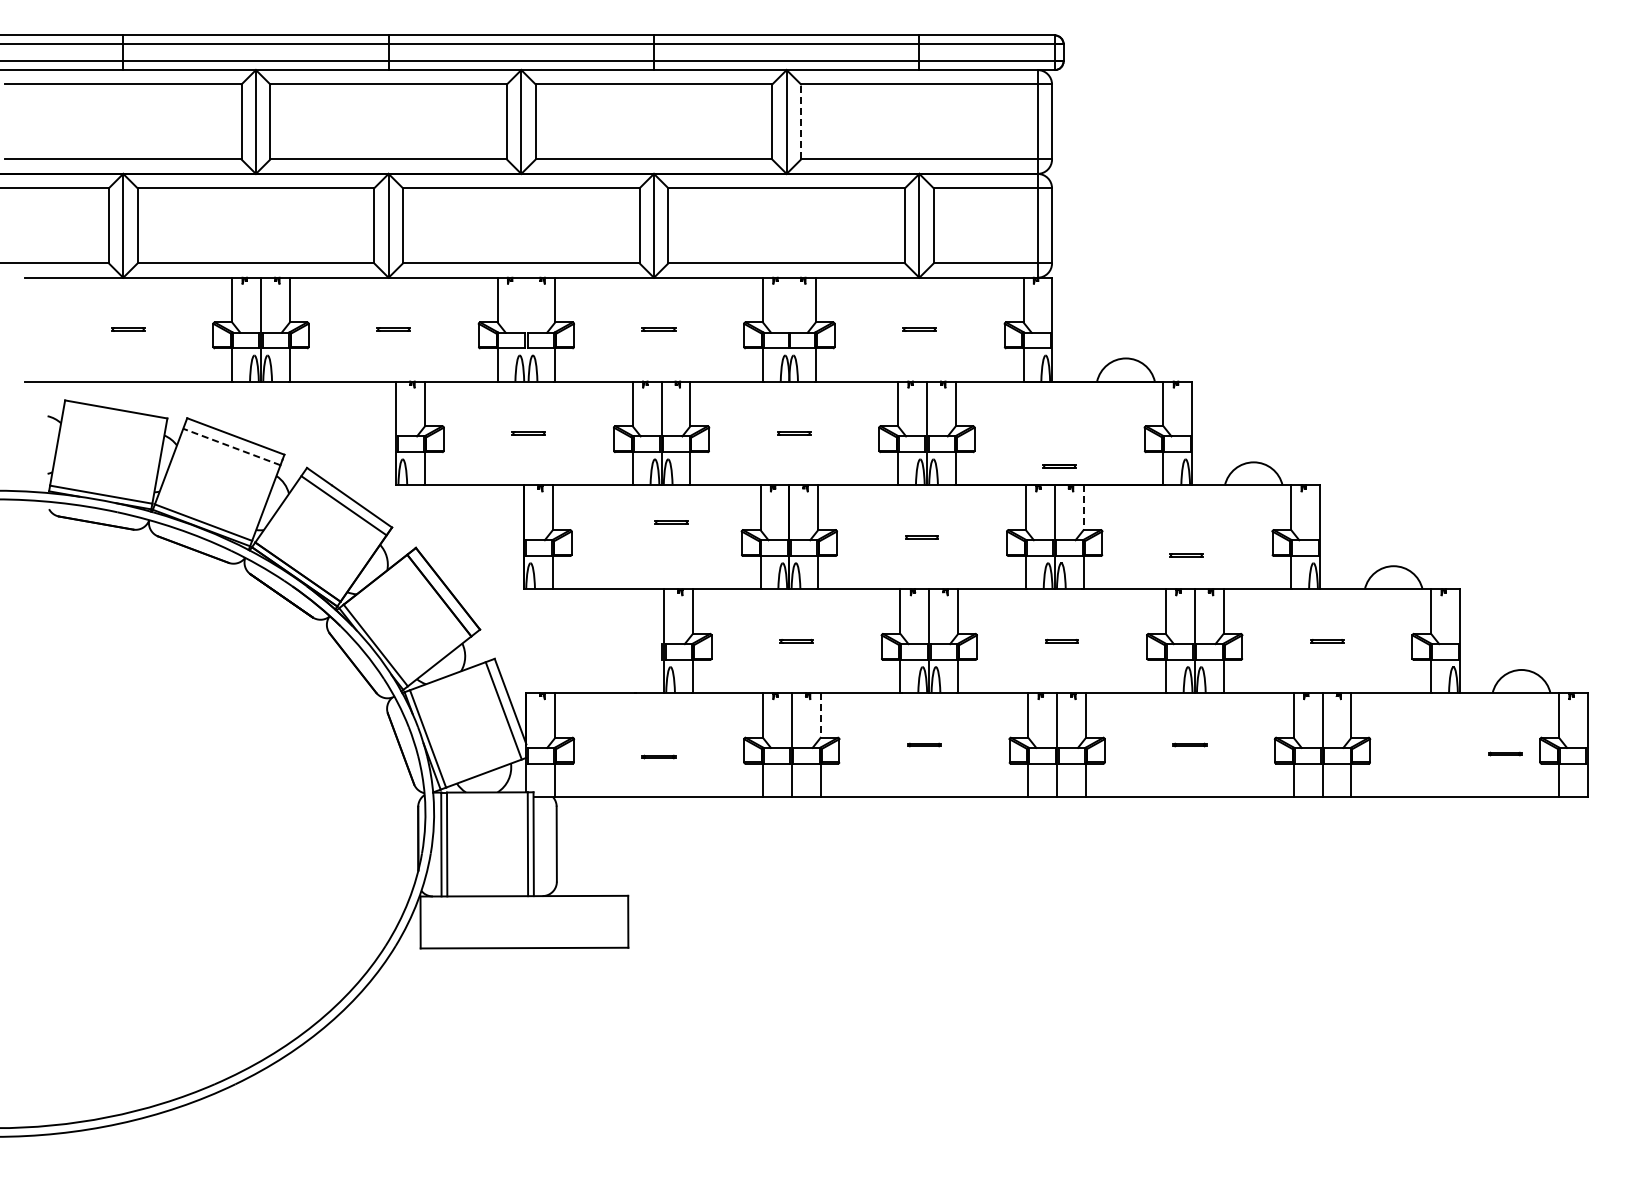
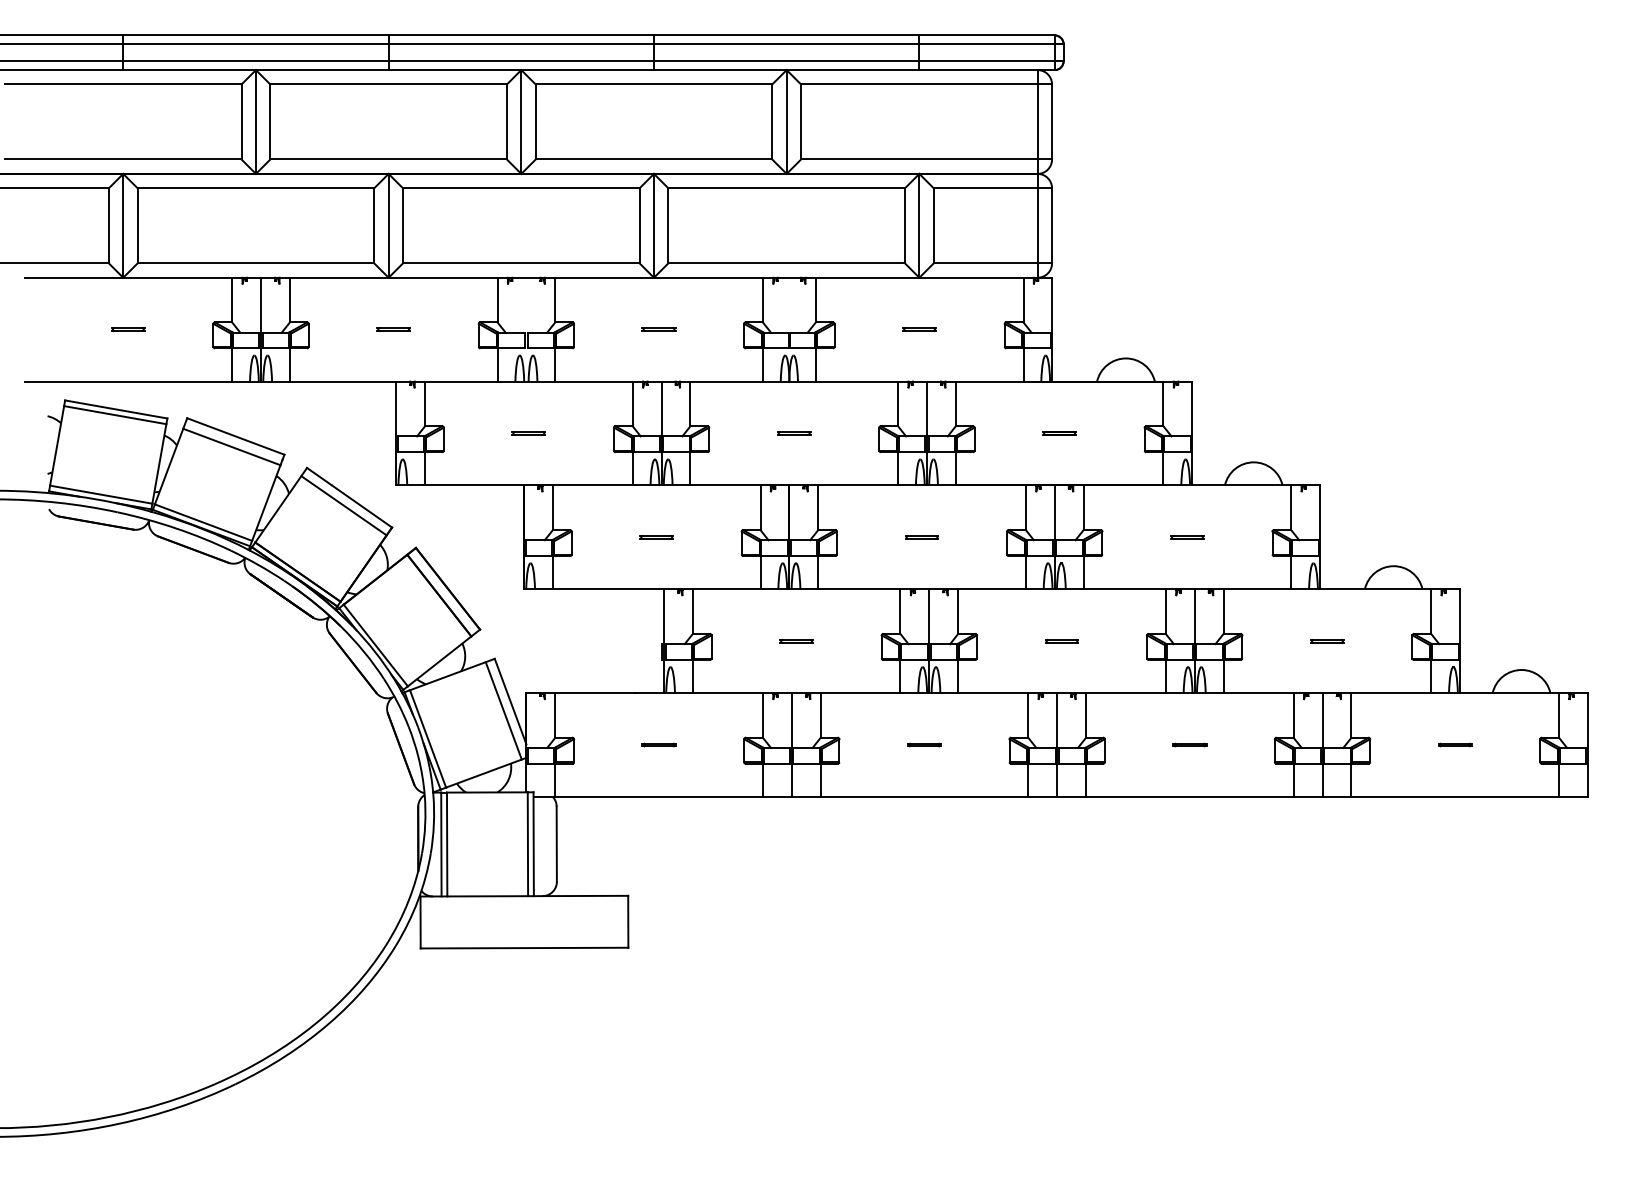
line at (801, 121): dashed -> solid
line at (115, 415): none -> present
line at (231, 447): dashed -> solid
line at (1059, 465) position: (1059, 465) -> (1059, 432)
line at (1083, 508): dashed -> solid
line at (671, 521) position: (671, 521) -> (656, 536)
line at (1186, 554) position: (1186, 554) -> (1187, 536)
line at (820, 715): dashed -> solid
part at (1505, 753) position: (1505, 753) -> (1455, 744)
part at (658, 756) position: (658, 756) -> (658, 744)
